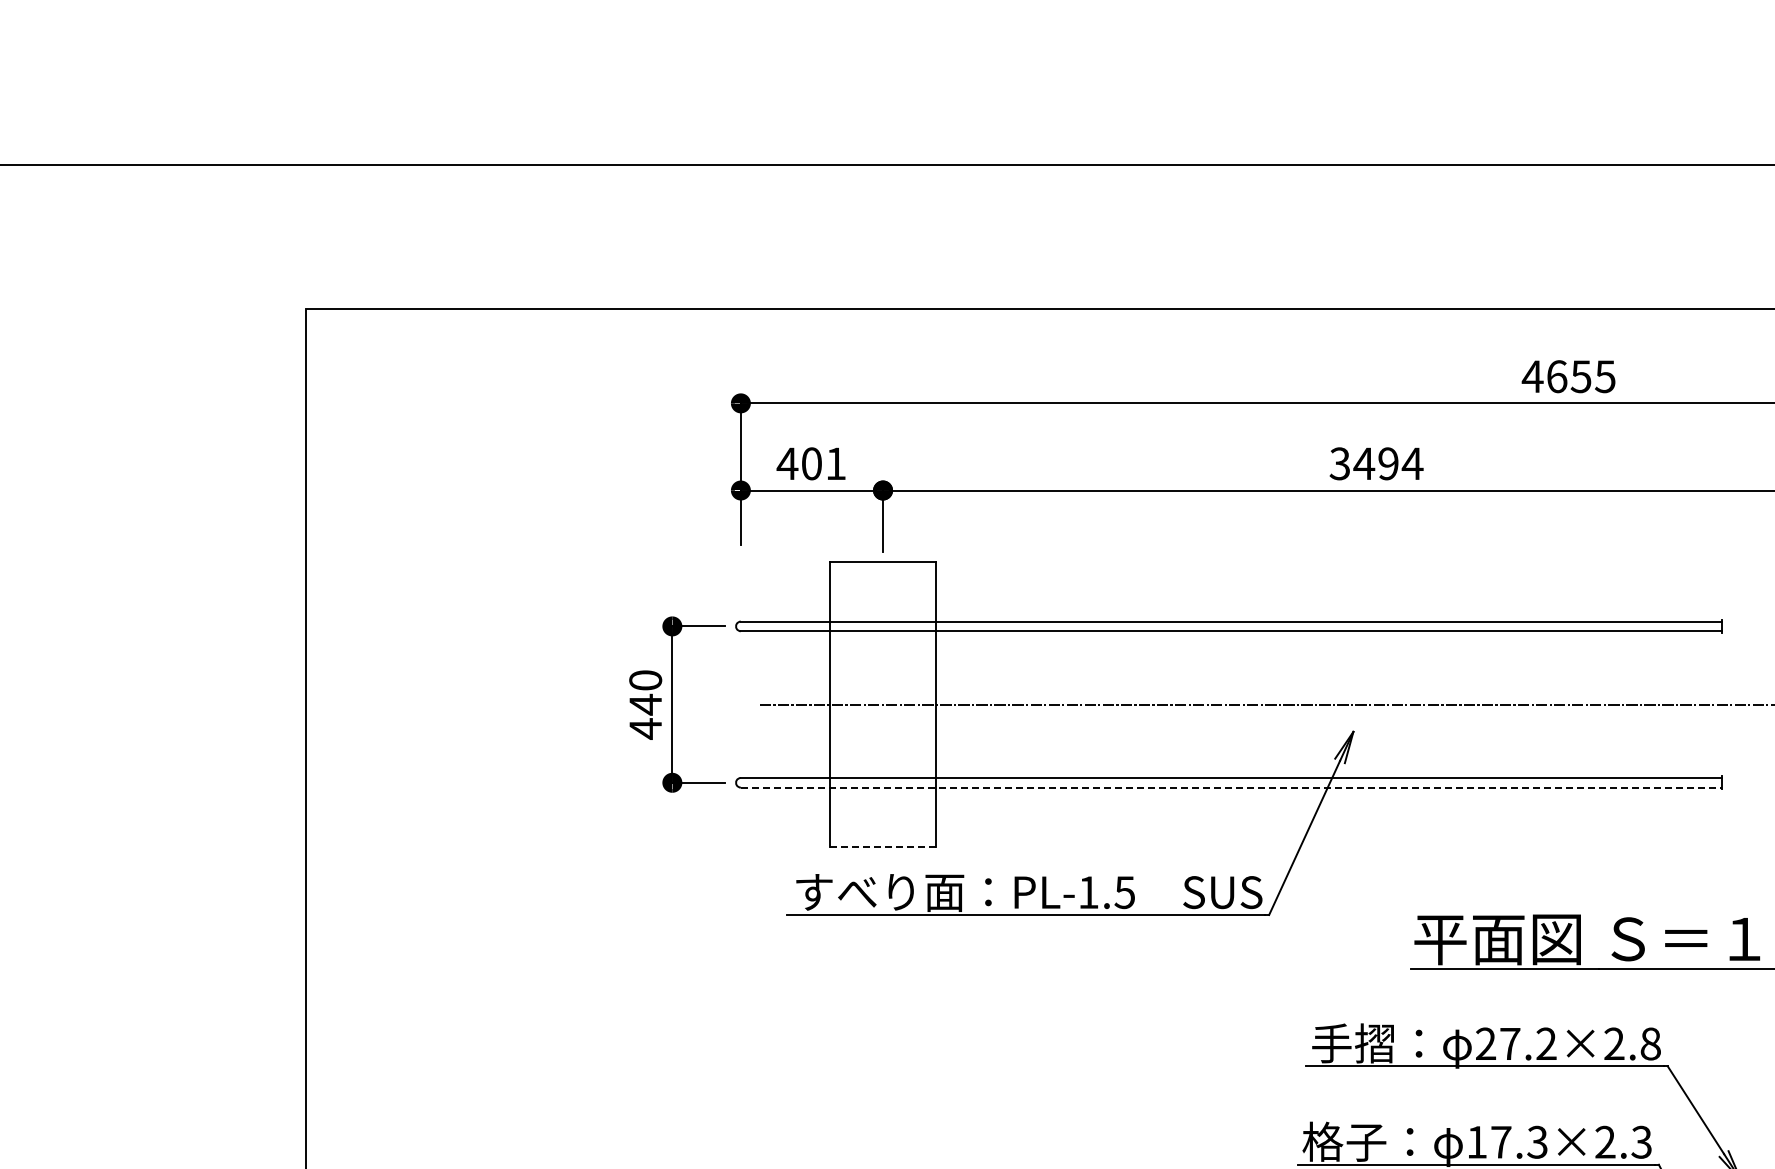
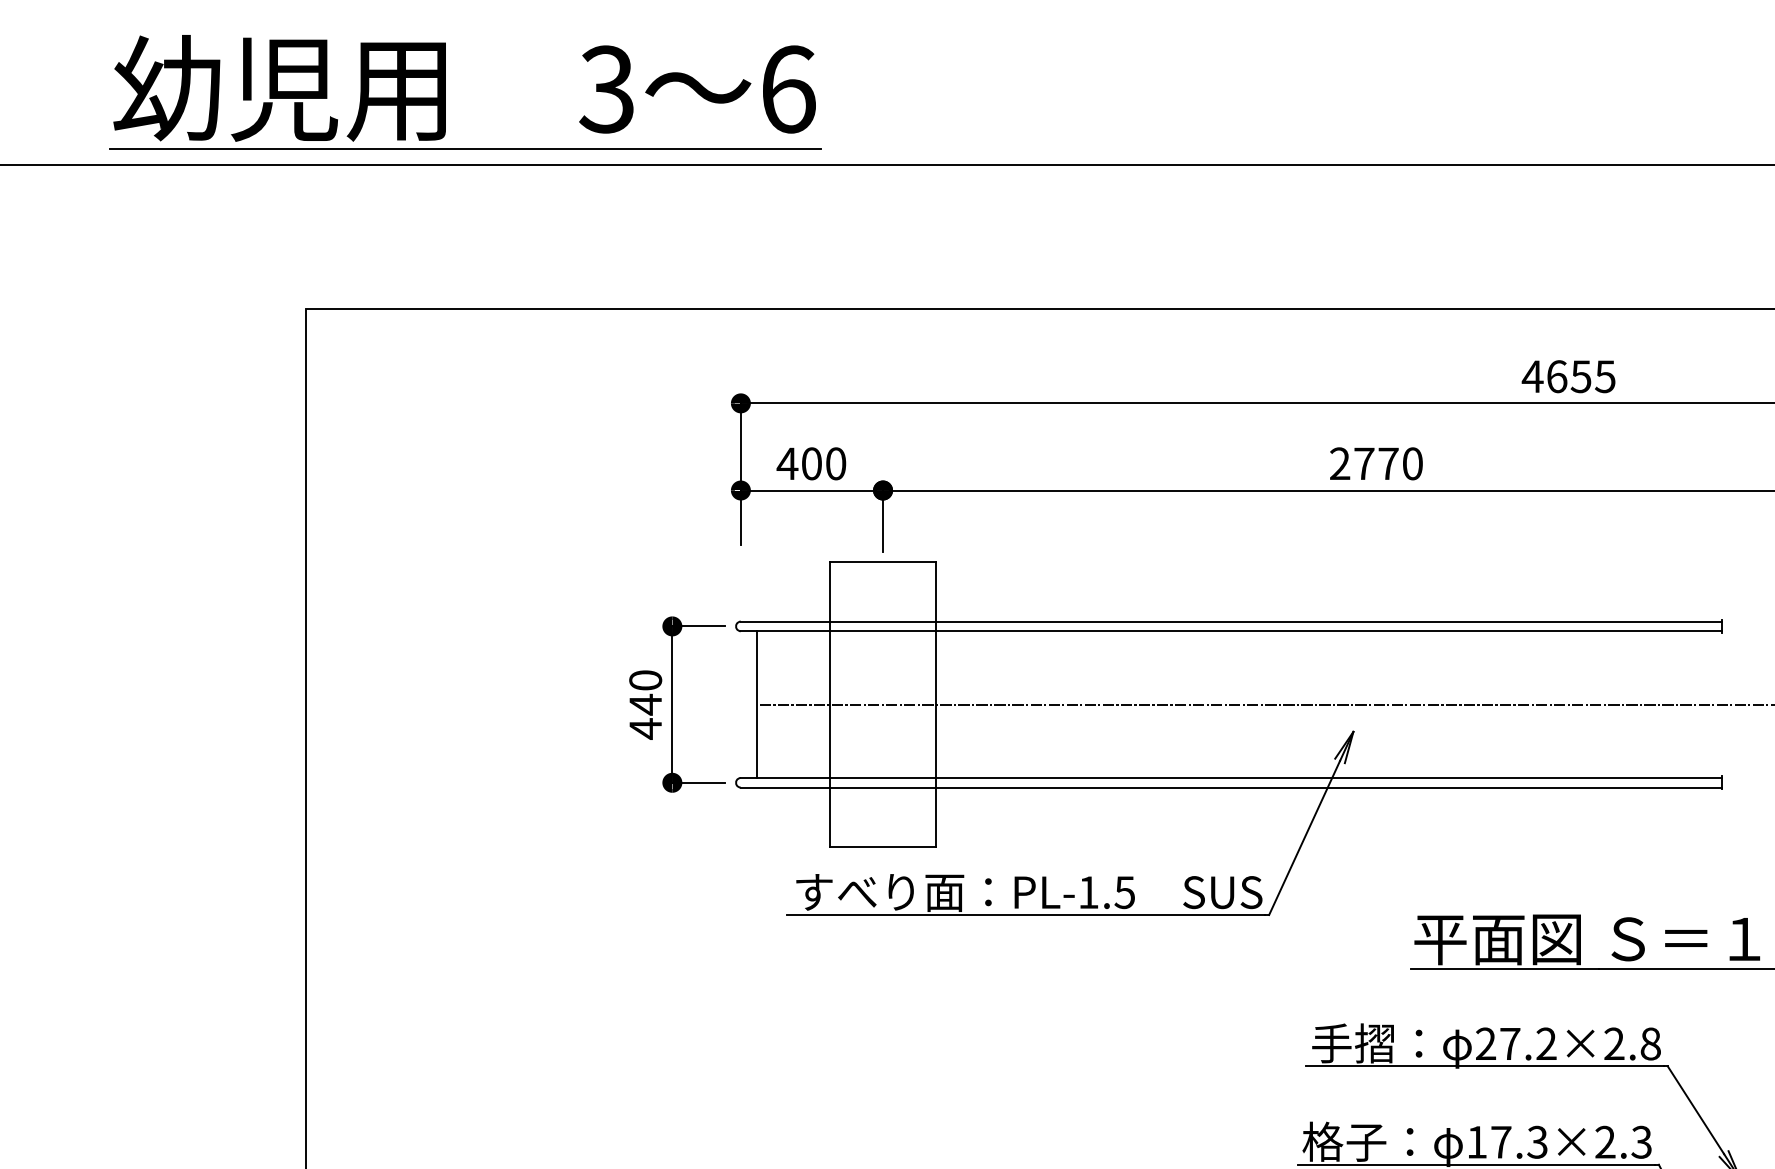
part at (445, 92): none -> present
text at (836, 463): 401 -> 400
text at (1376, 463): 3494 -> 2770
line at (757, 704): none -> present
line at (1231, 787): dashed -> solid
line at (883, 846): dashed -> solid
